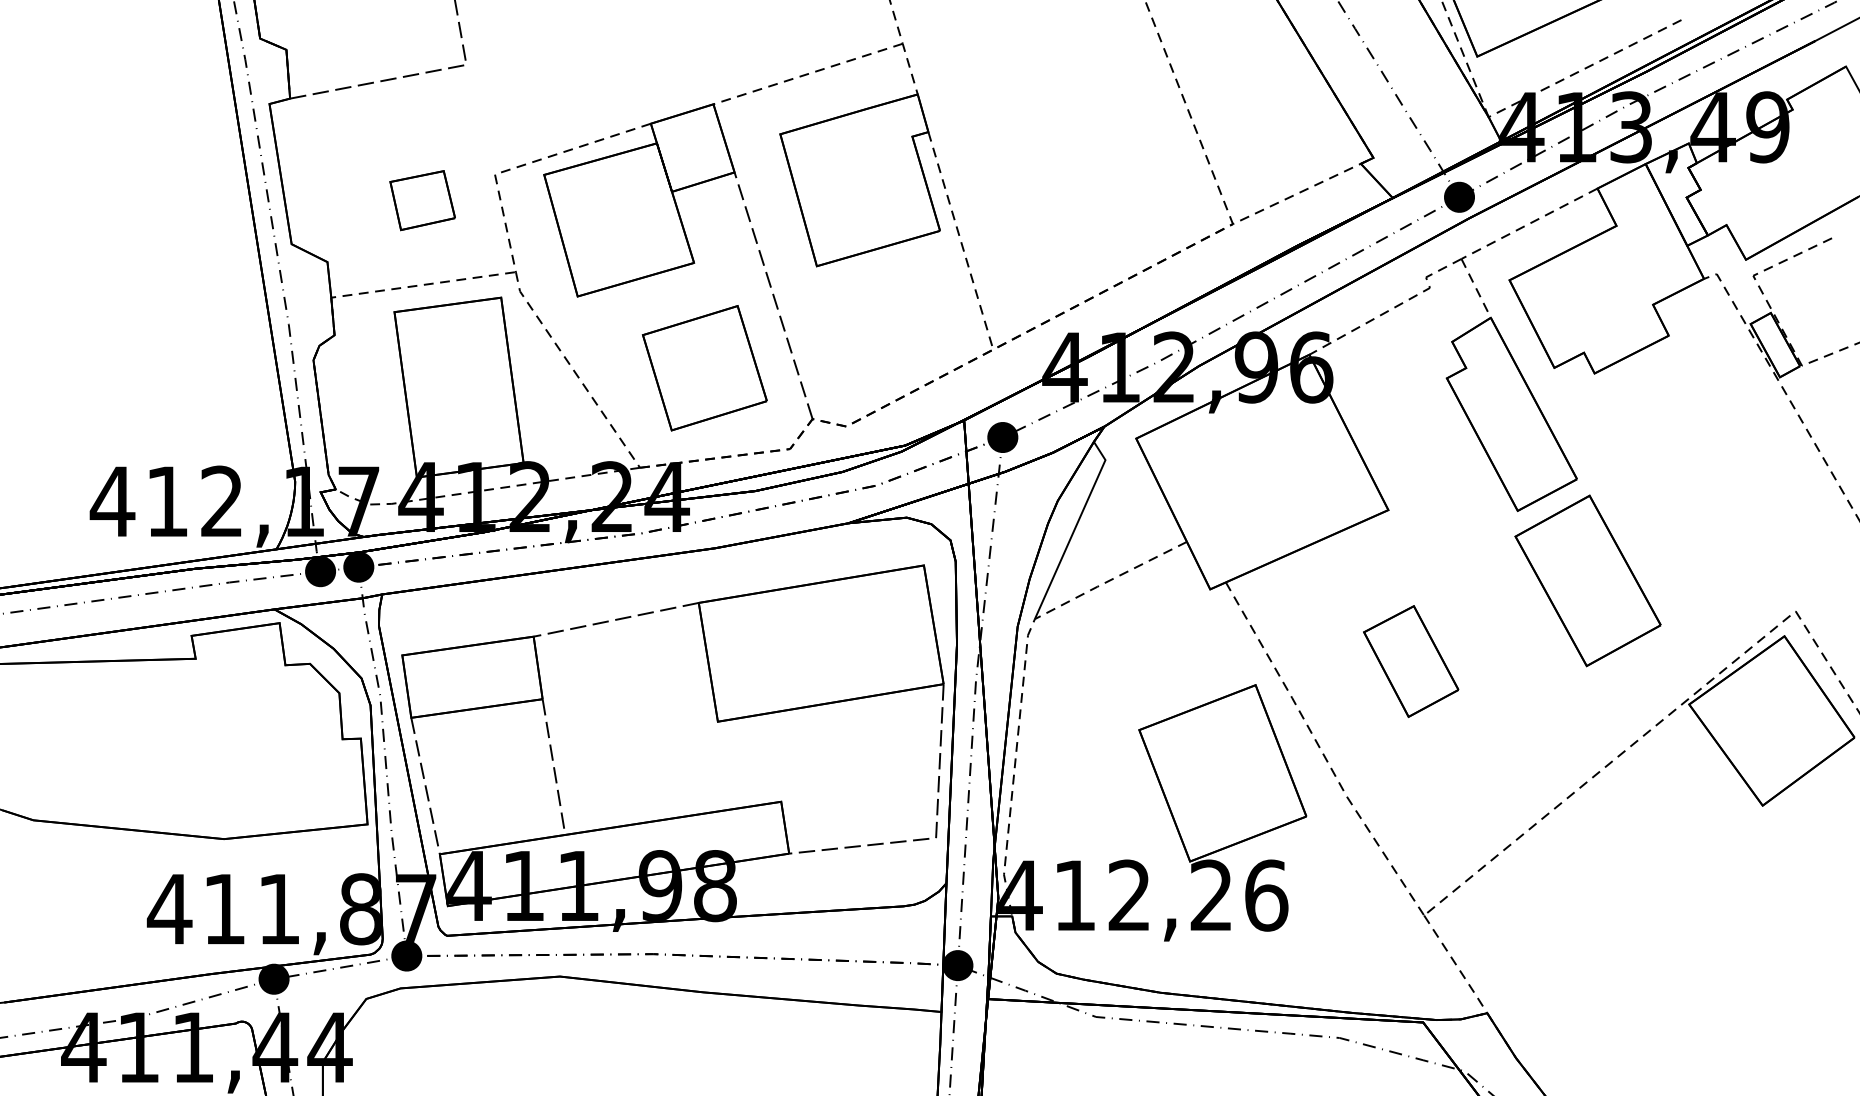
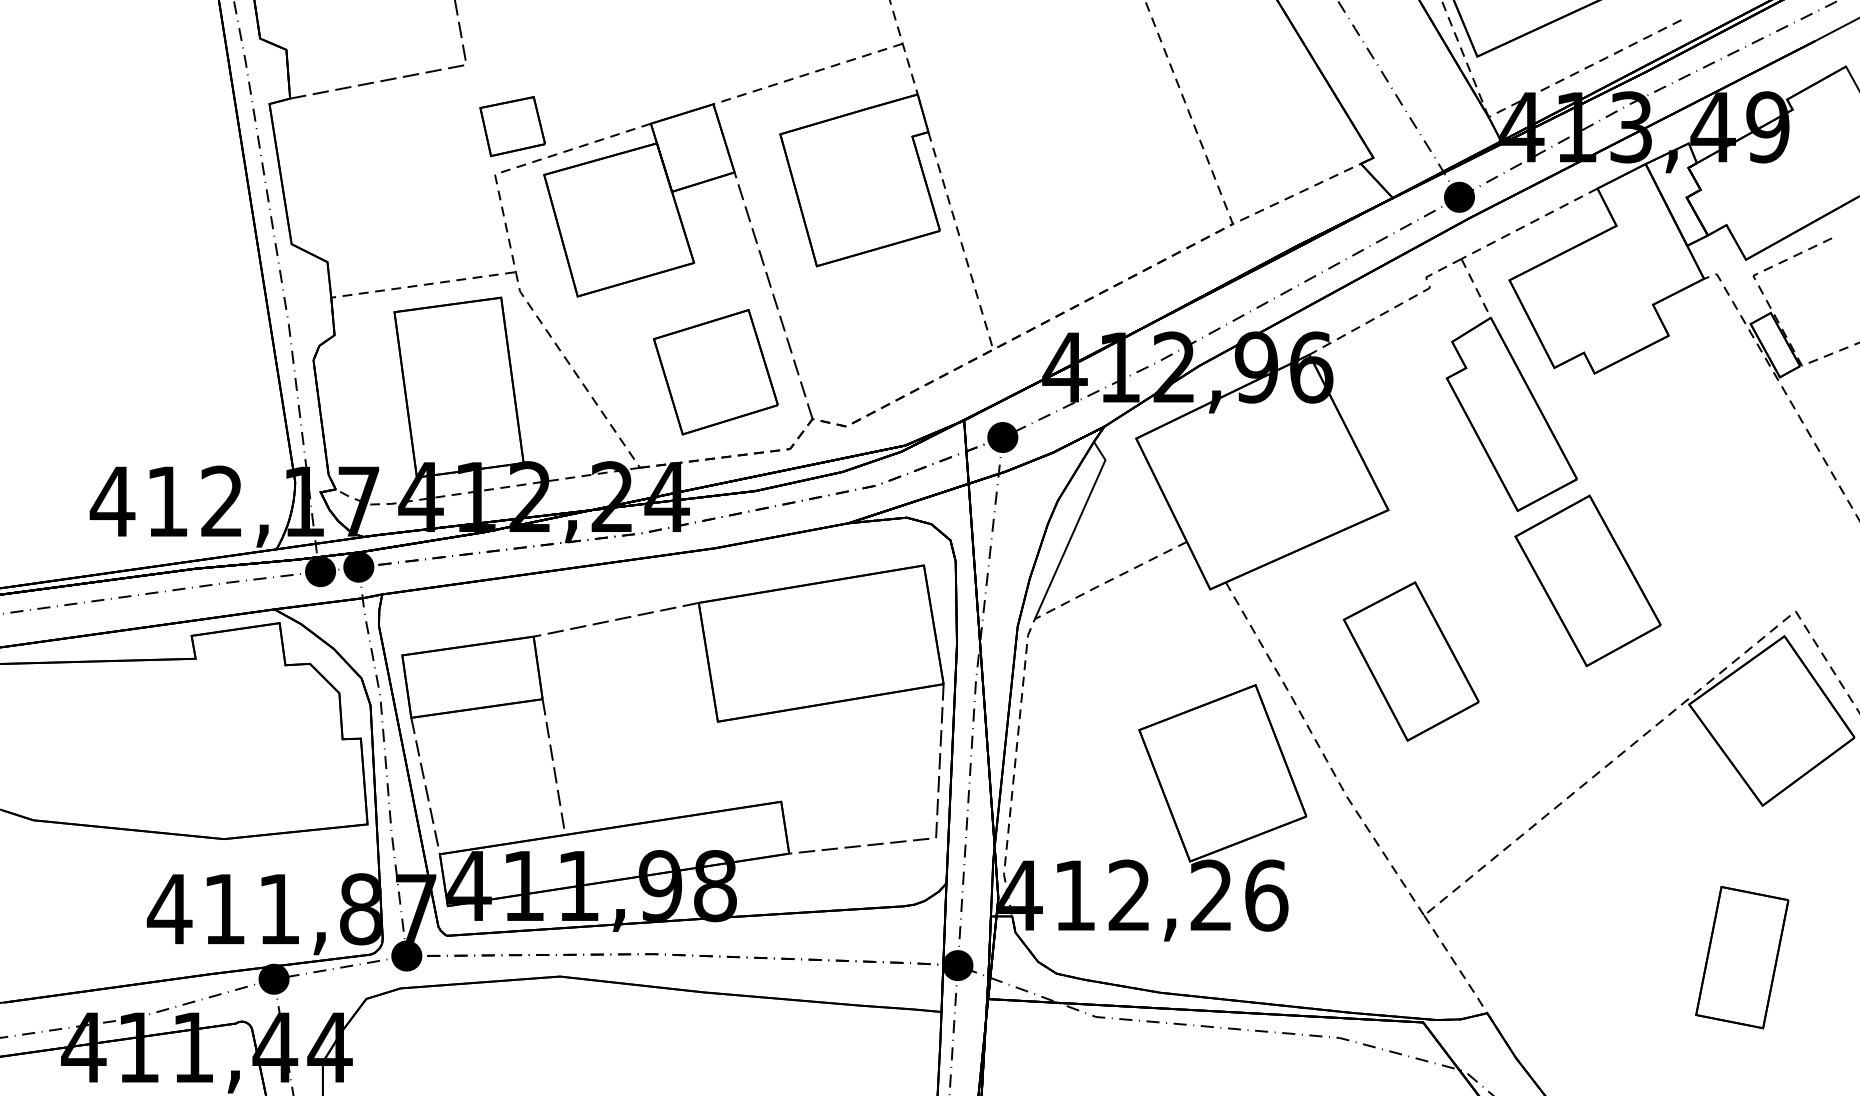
part at (422, 200) position: (422, 200) -> (512, 126)
part at (704, 368) position: (704, 368) -> (715, 372)
part at (1411, 661) size: 97x113 px -> 138x161 px
part at (1742, 957): none -> present
